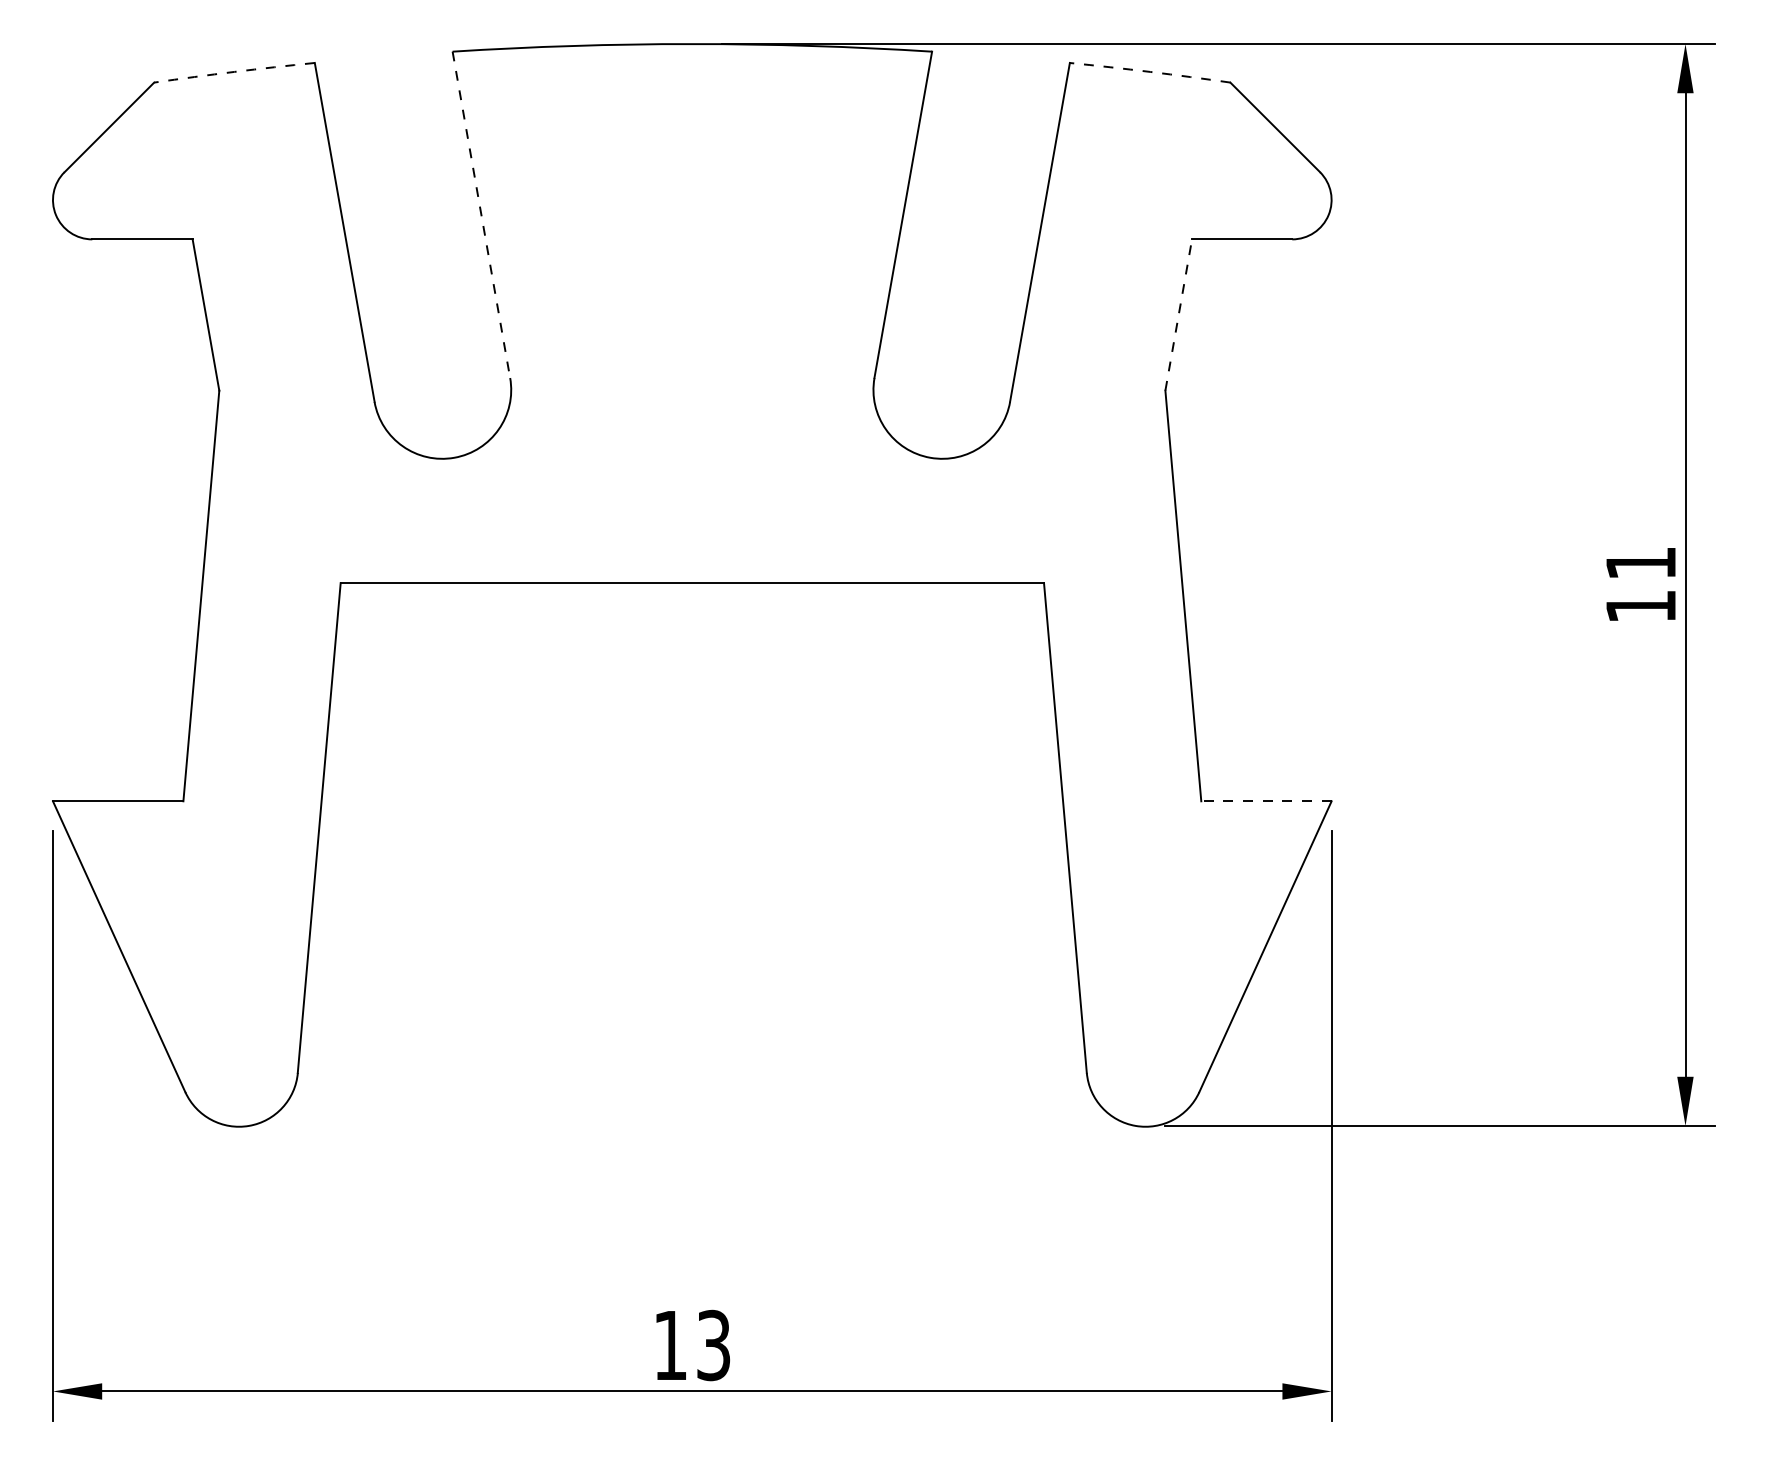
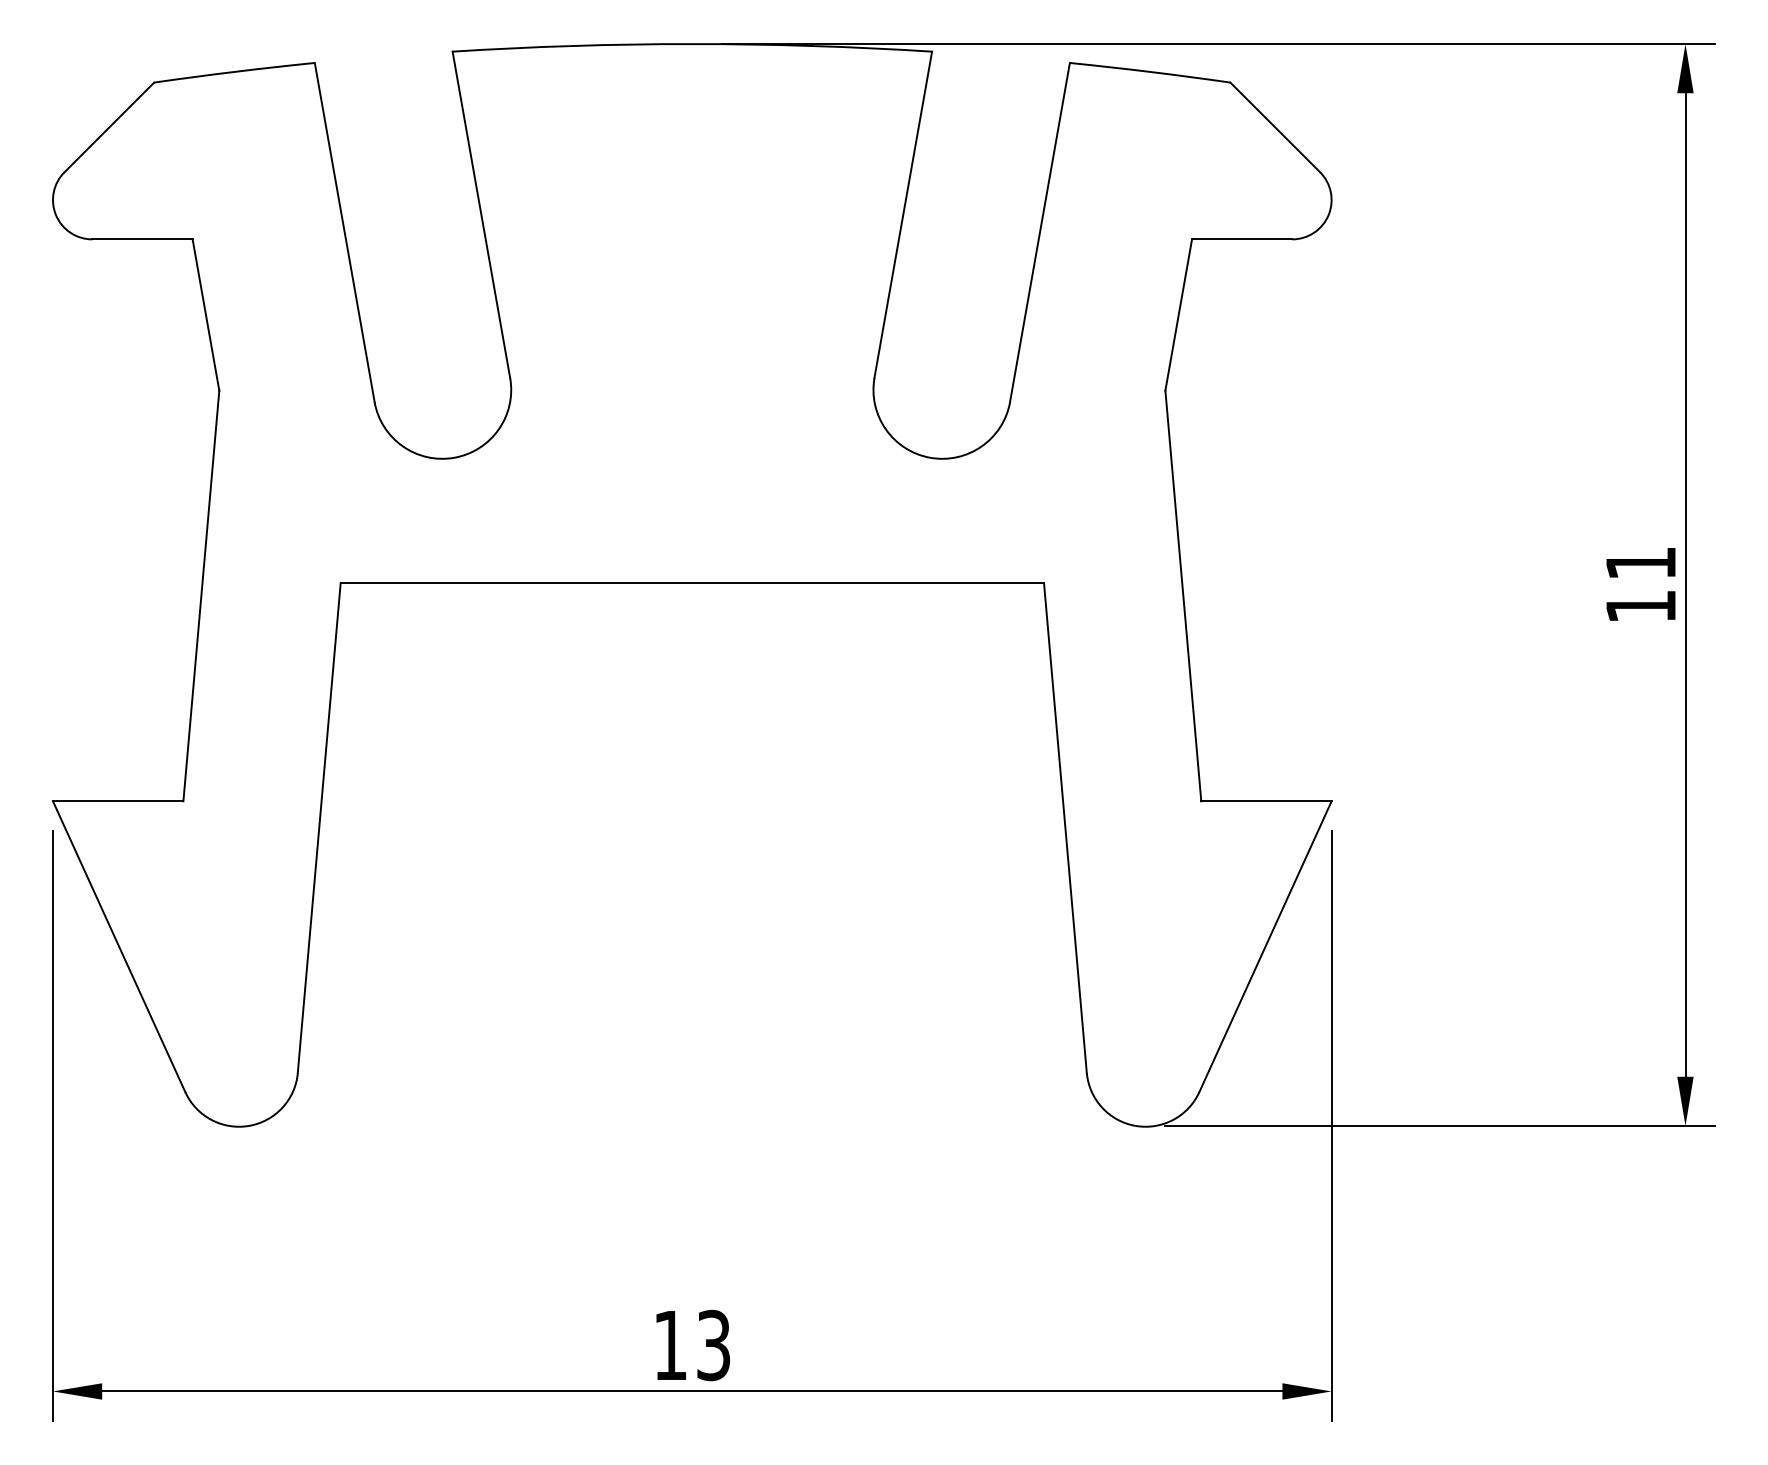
arc at (234, 71): dashed -> solid
arc at (1150, 71): dashed -> solid
line at (481, 214): dashed -> solid
line at (1178, 315): dashed -> solid
line at (1265, 801): dashed -> solid
